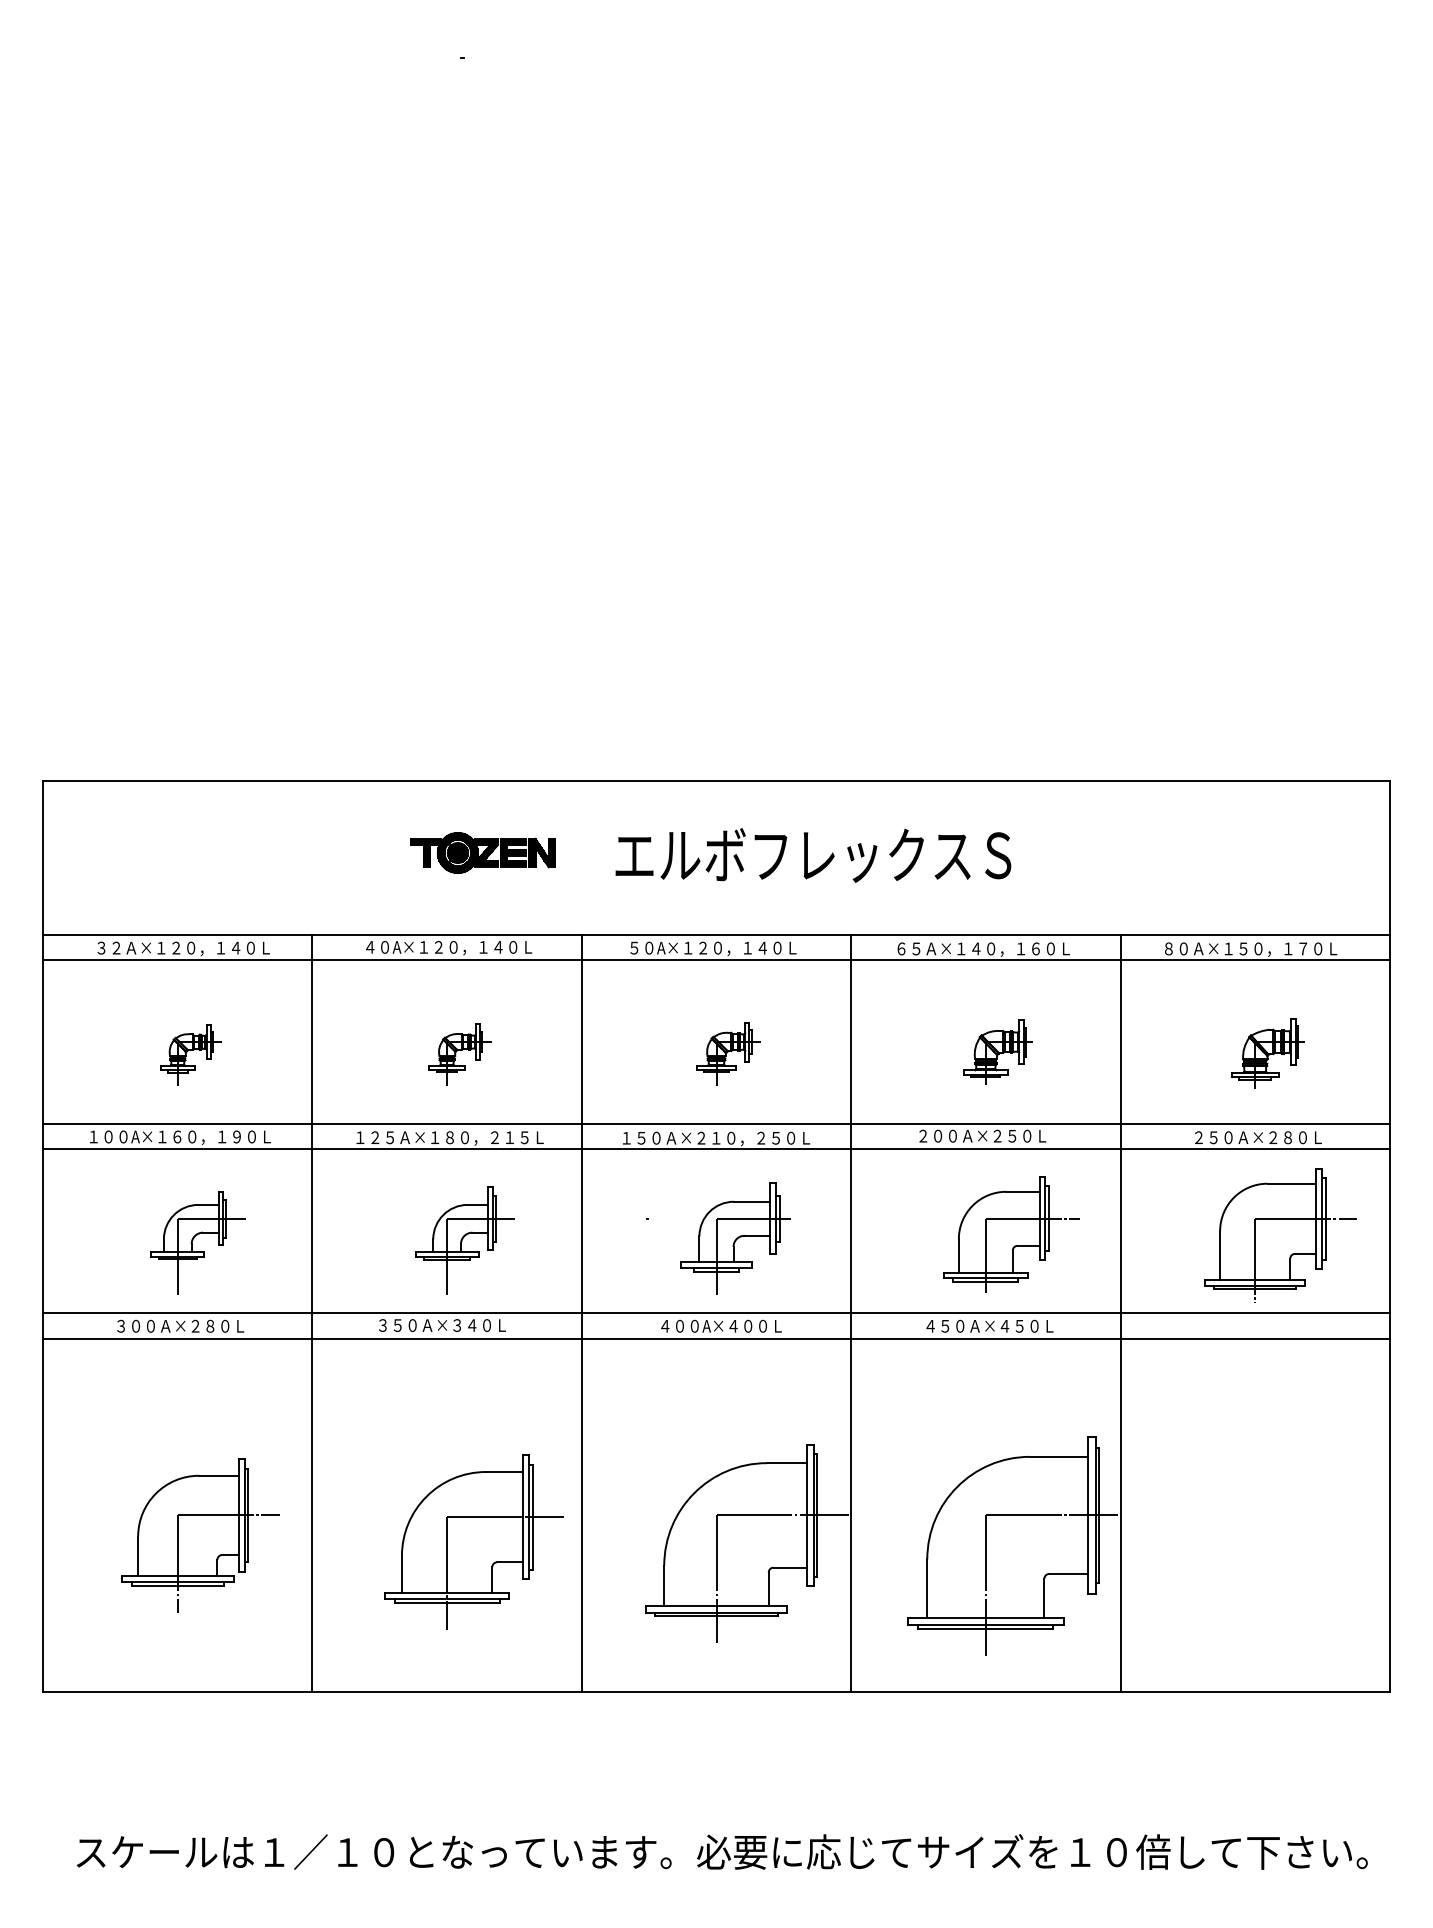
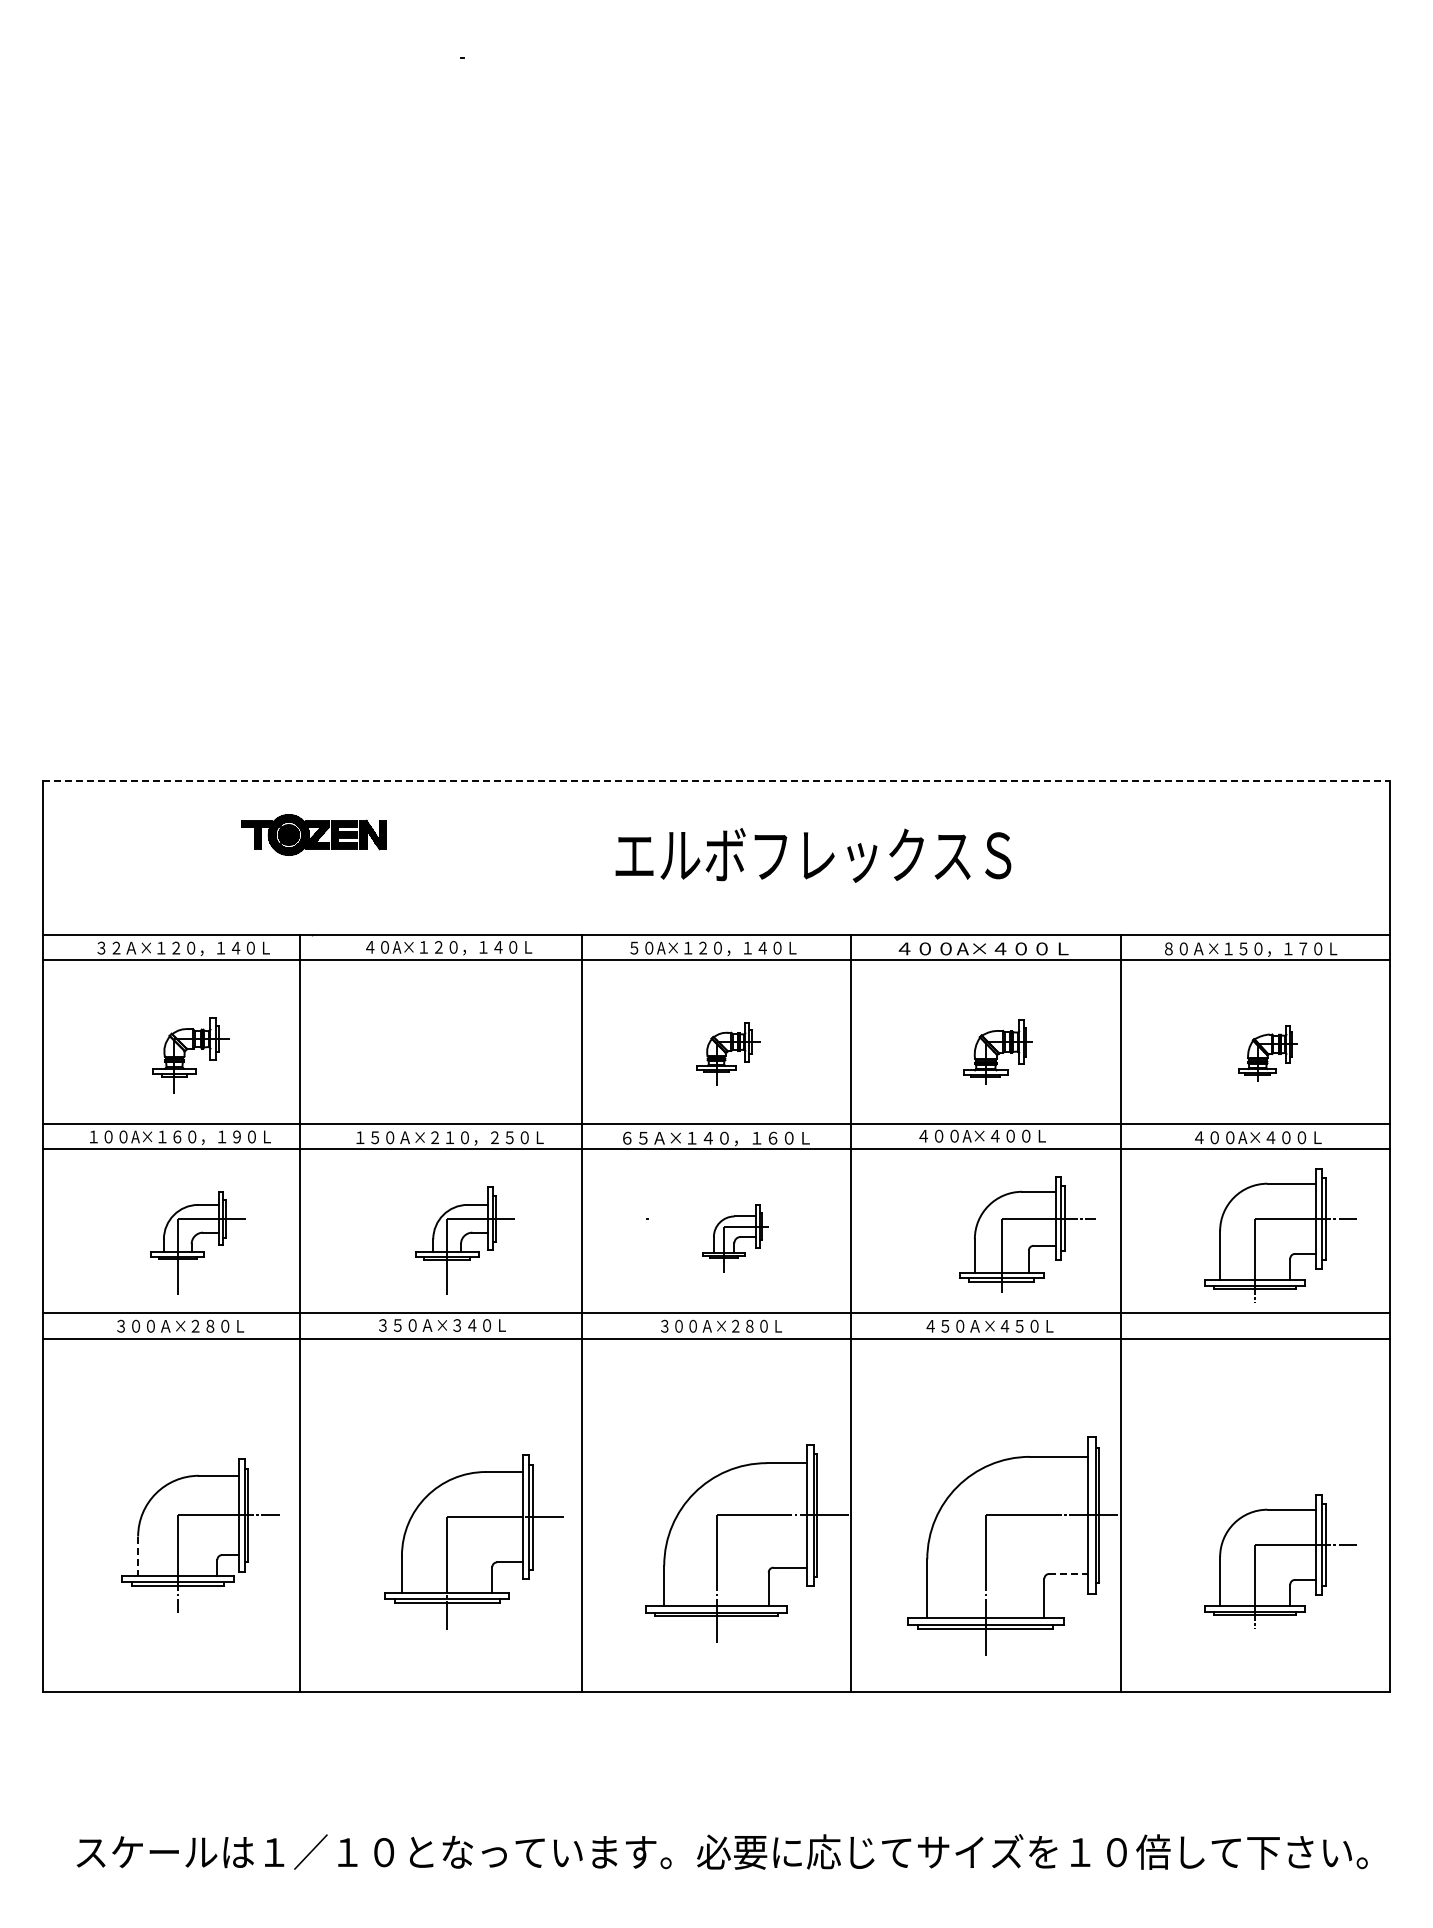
line at (716, 780): solid -> dashed
part at (482, 852) position: (482, 852) -> (313, 834)
text at (983, 949): ６５Ａ×１４０，１６０Ｌ -> ４００A×４００Ｌ
part at (1267, 1053) size: 74x71 px -> 60x57 px
part at (190, 1054) size: 62x62 px -> 78x77 px
part at (459, 1054): present -> none
text at (982, 1135): ２００Ａ×２５０Ｌ -> ４００A×４００Ｌ
text at (449, 1137): １２５Ａ×１８０，２１５Ｌ -> １５０Ａ×２１０，２５０Ｌ
text at (1258, 1137): ２５０Ａ×２８０Ｌ -> ４００A×４００Ｌ
text at (716, 1138): １５０Ａ×２１０，２５０Ｌ -> ６５Ａ×１４０，１６０Ｌ
part at (1011, 1234) position: (1011, 1234) -> (1027, 1234)
part at (735, 1238) size: 111x113 px -> 67x69 px
line at (312, 1313) position: (312, 1313) -> (300, 1313)
text at (718, 1325): ４００A×４００Ｌ -> ３００Ａ×２８０Ｌ
line at (138, 1556): solid -> dashed
part at (1280, 1561): none -> present
line at (1069, 1573): solid -> dashed
